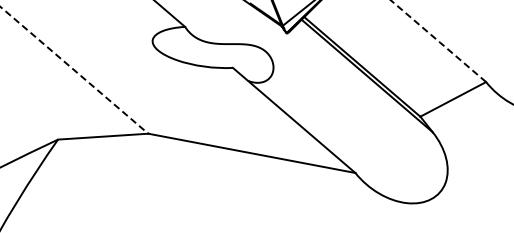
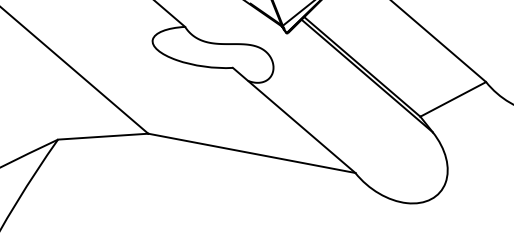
line at (438, 41): dashed -> solid
line at (74, 70): dashed -> solid
